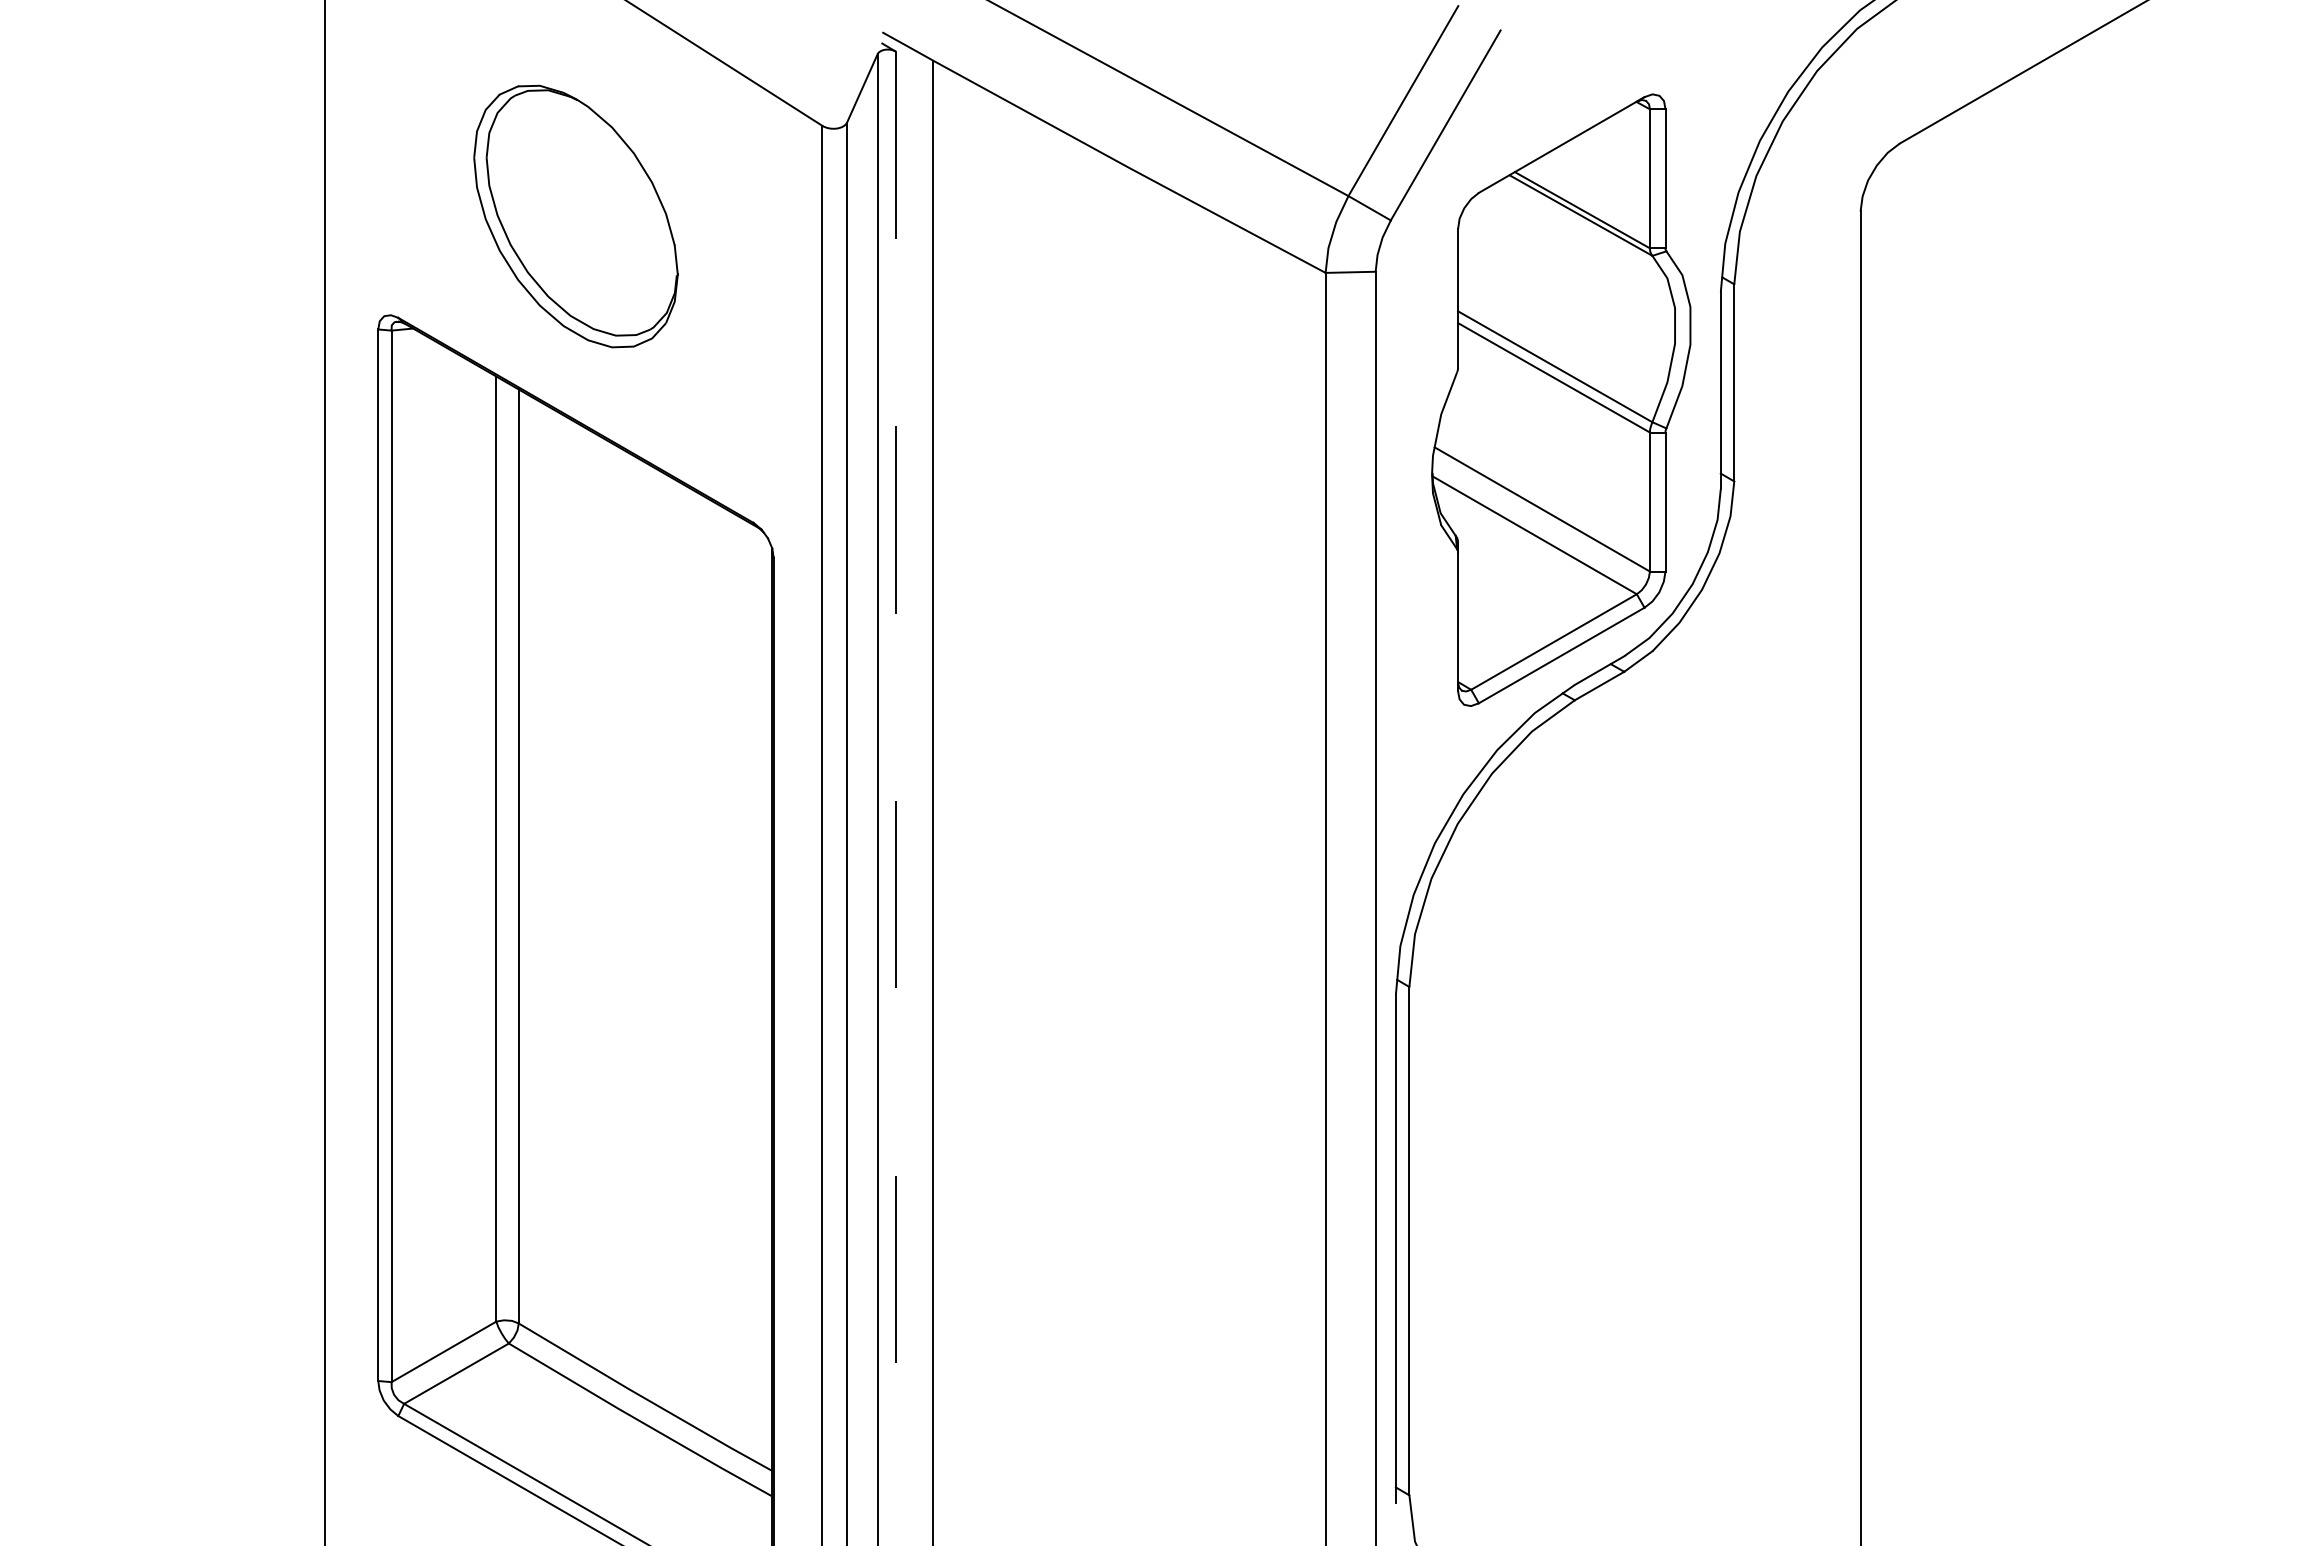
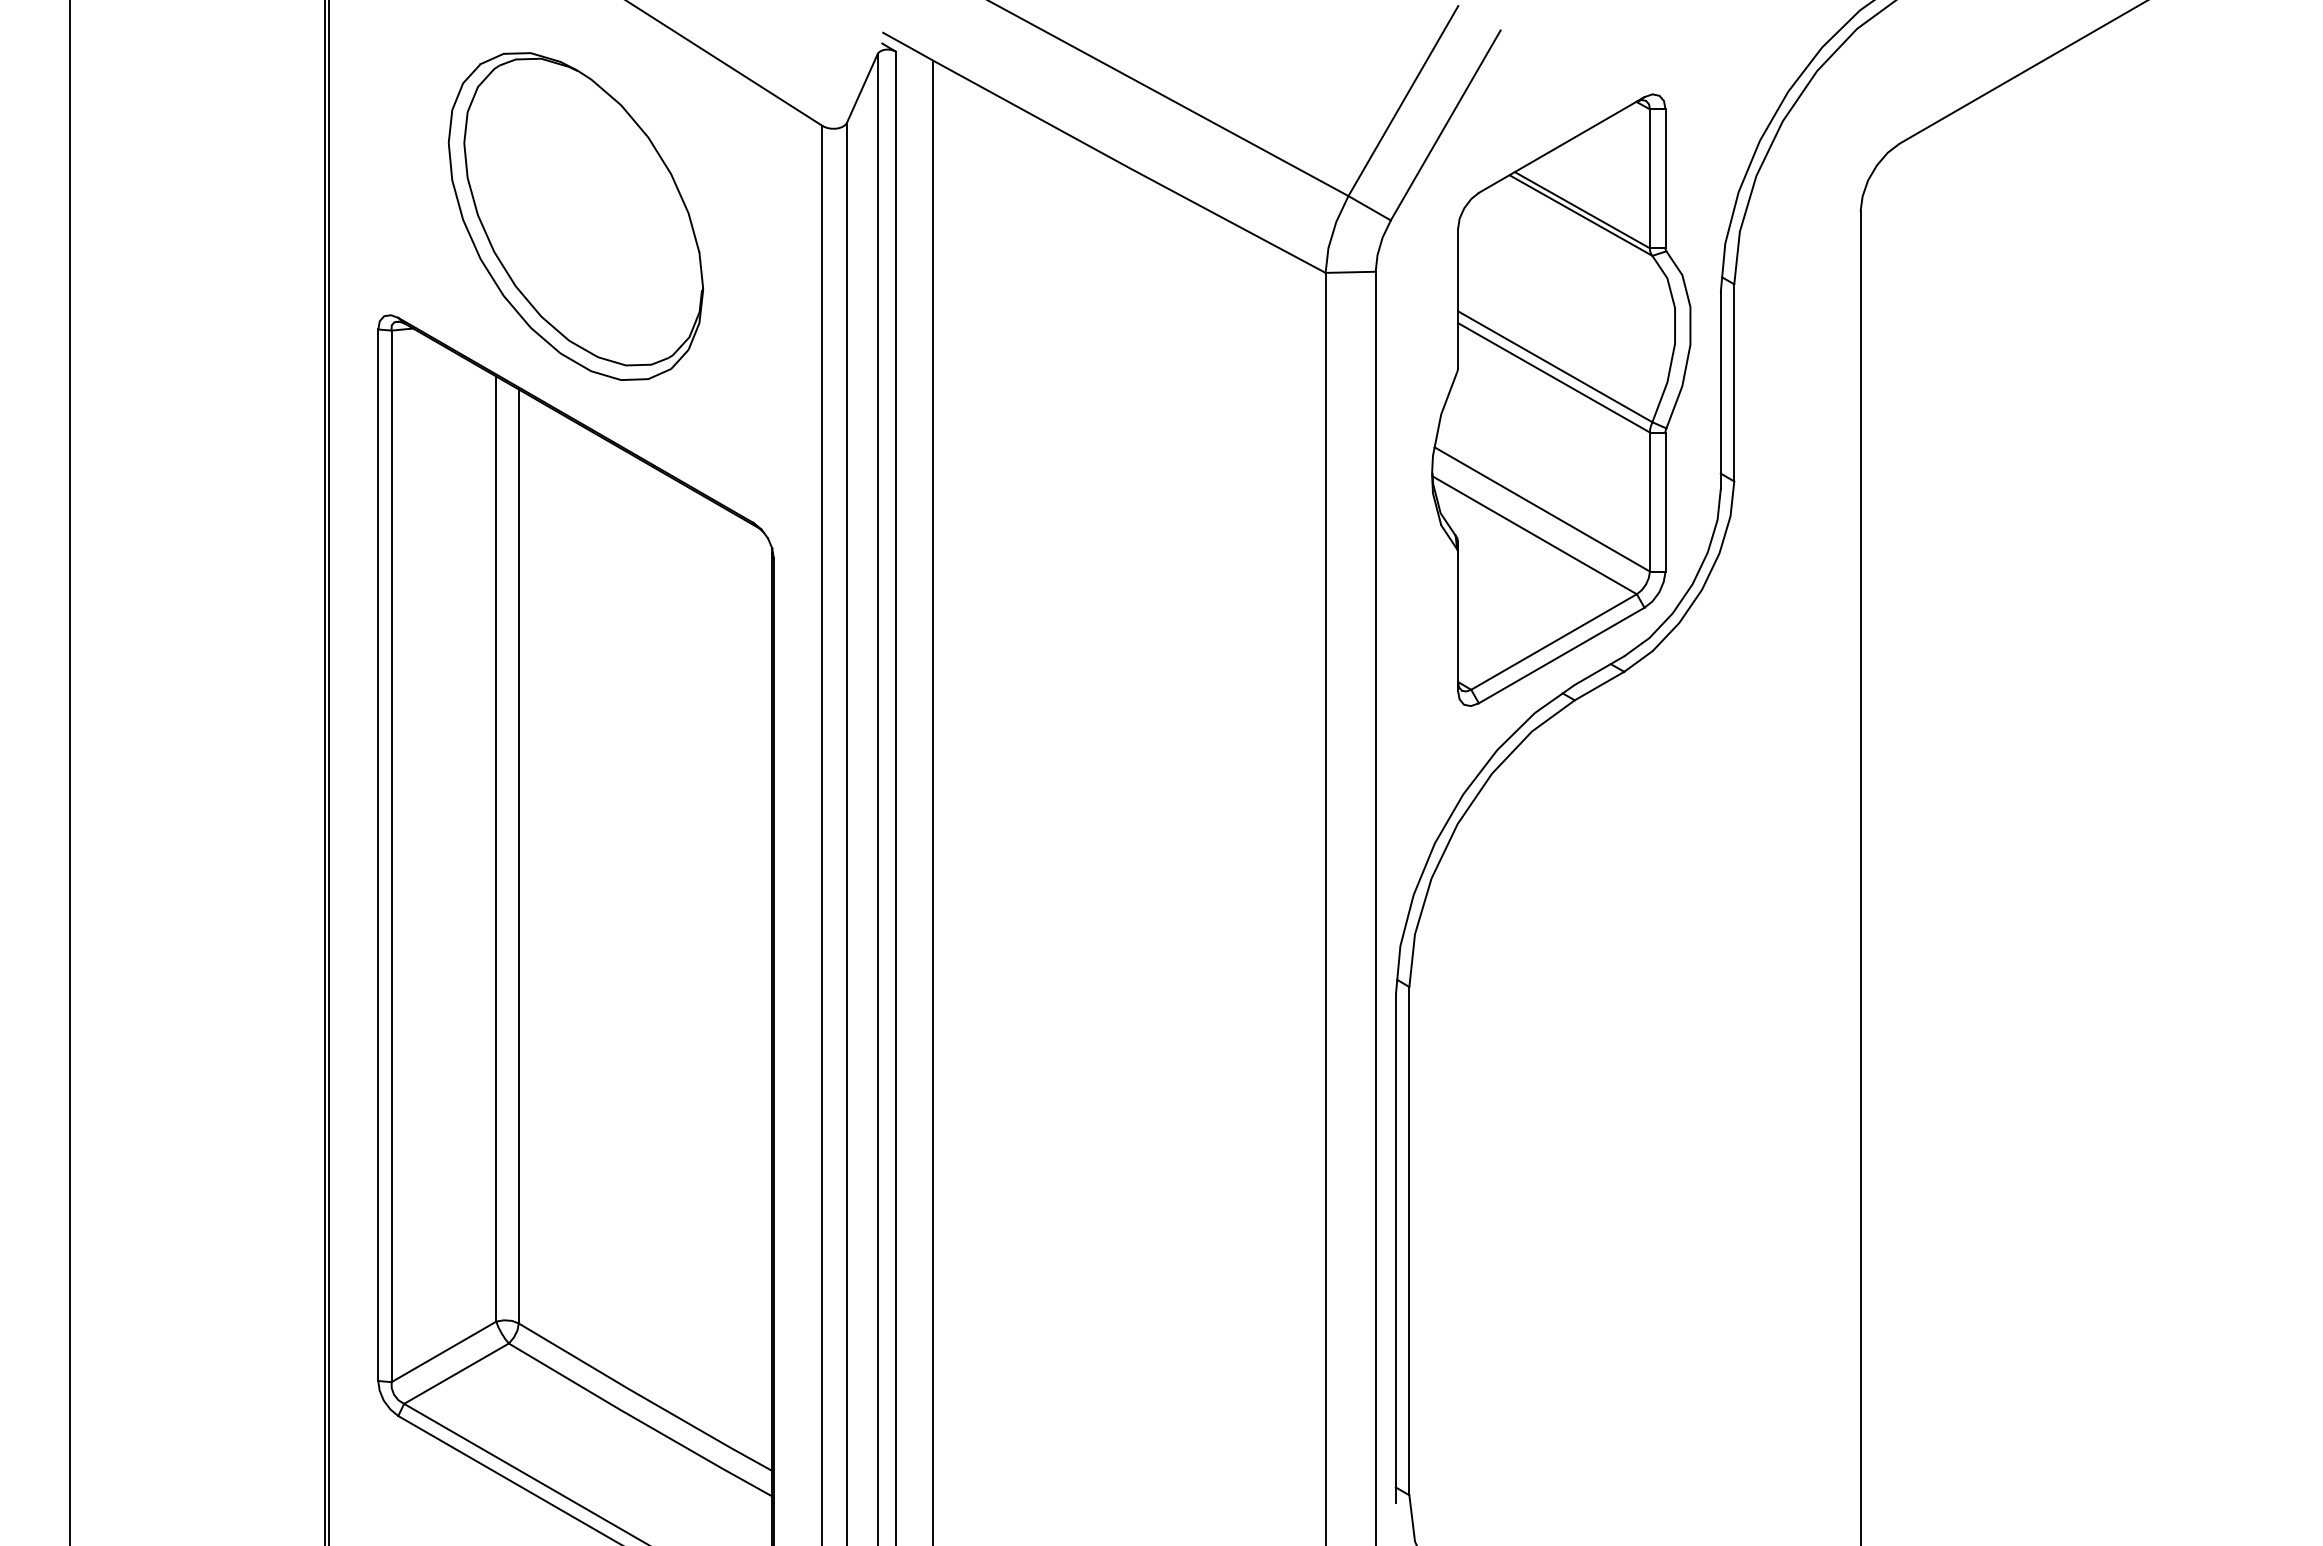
part at (575, 216) size: 206x265 px -> 258x329 px
line at (69, 772): none -> present
line at (329, 772): none -> present
line at (895, 798): dashed -> solid
